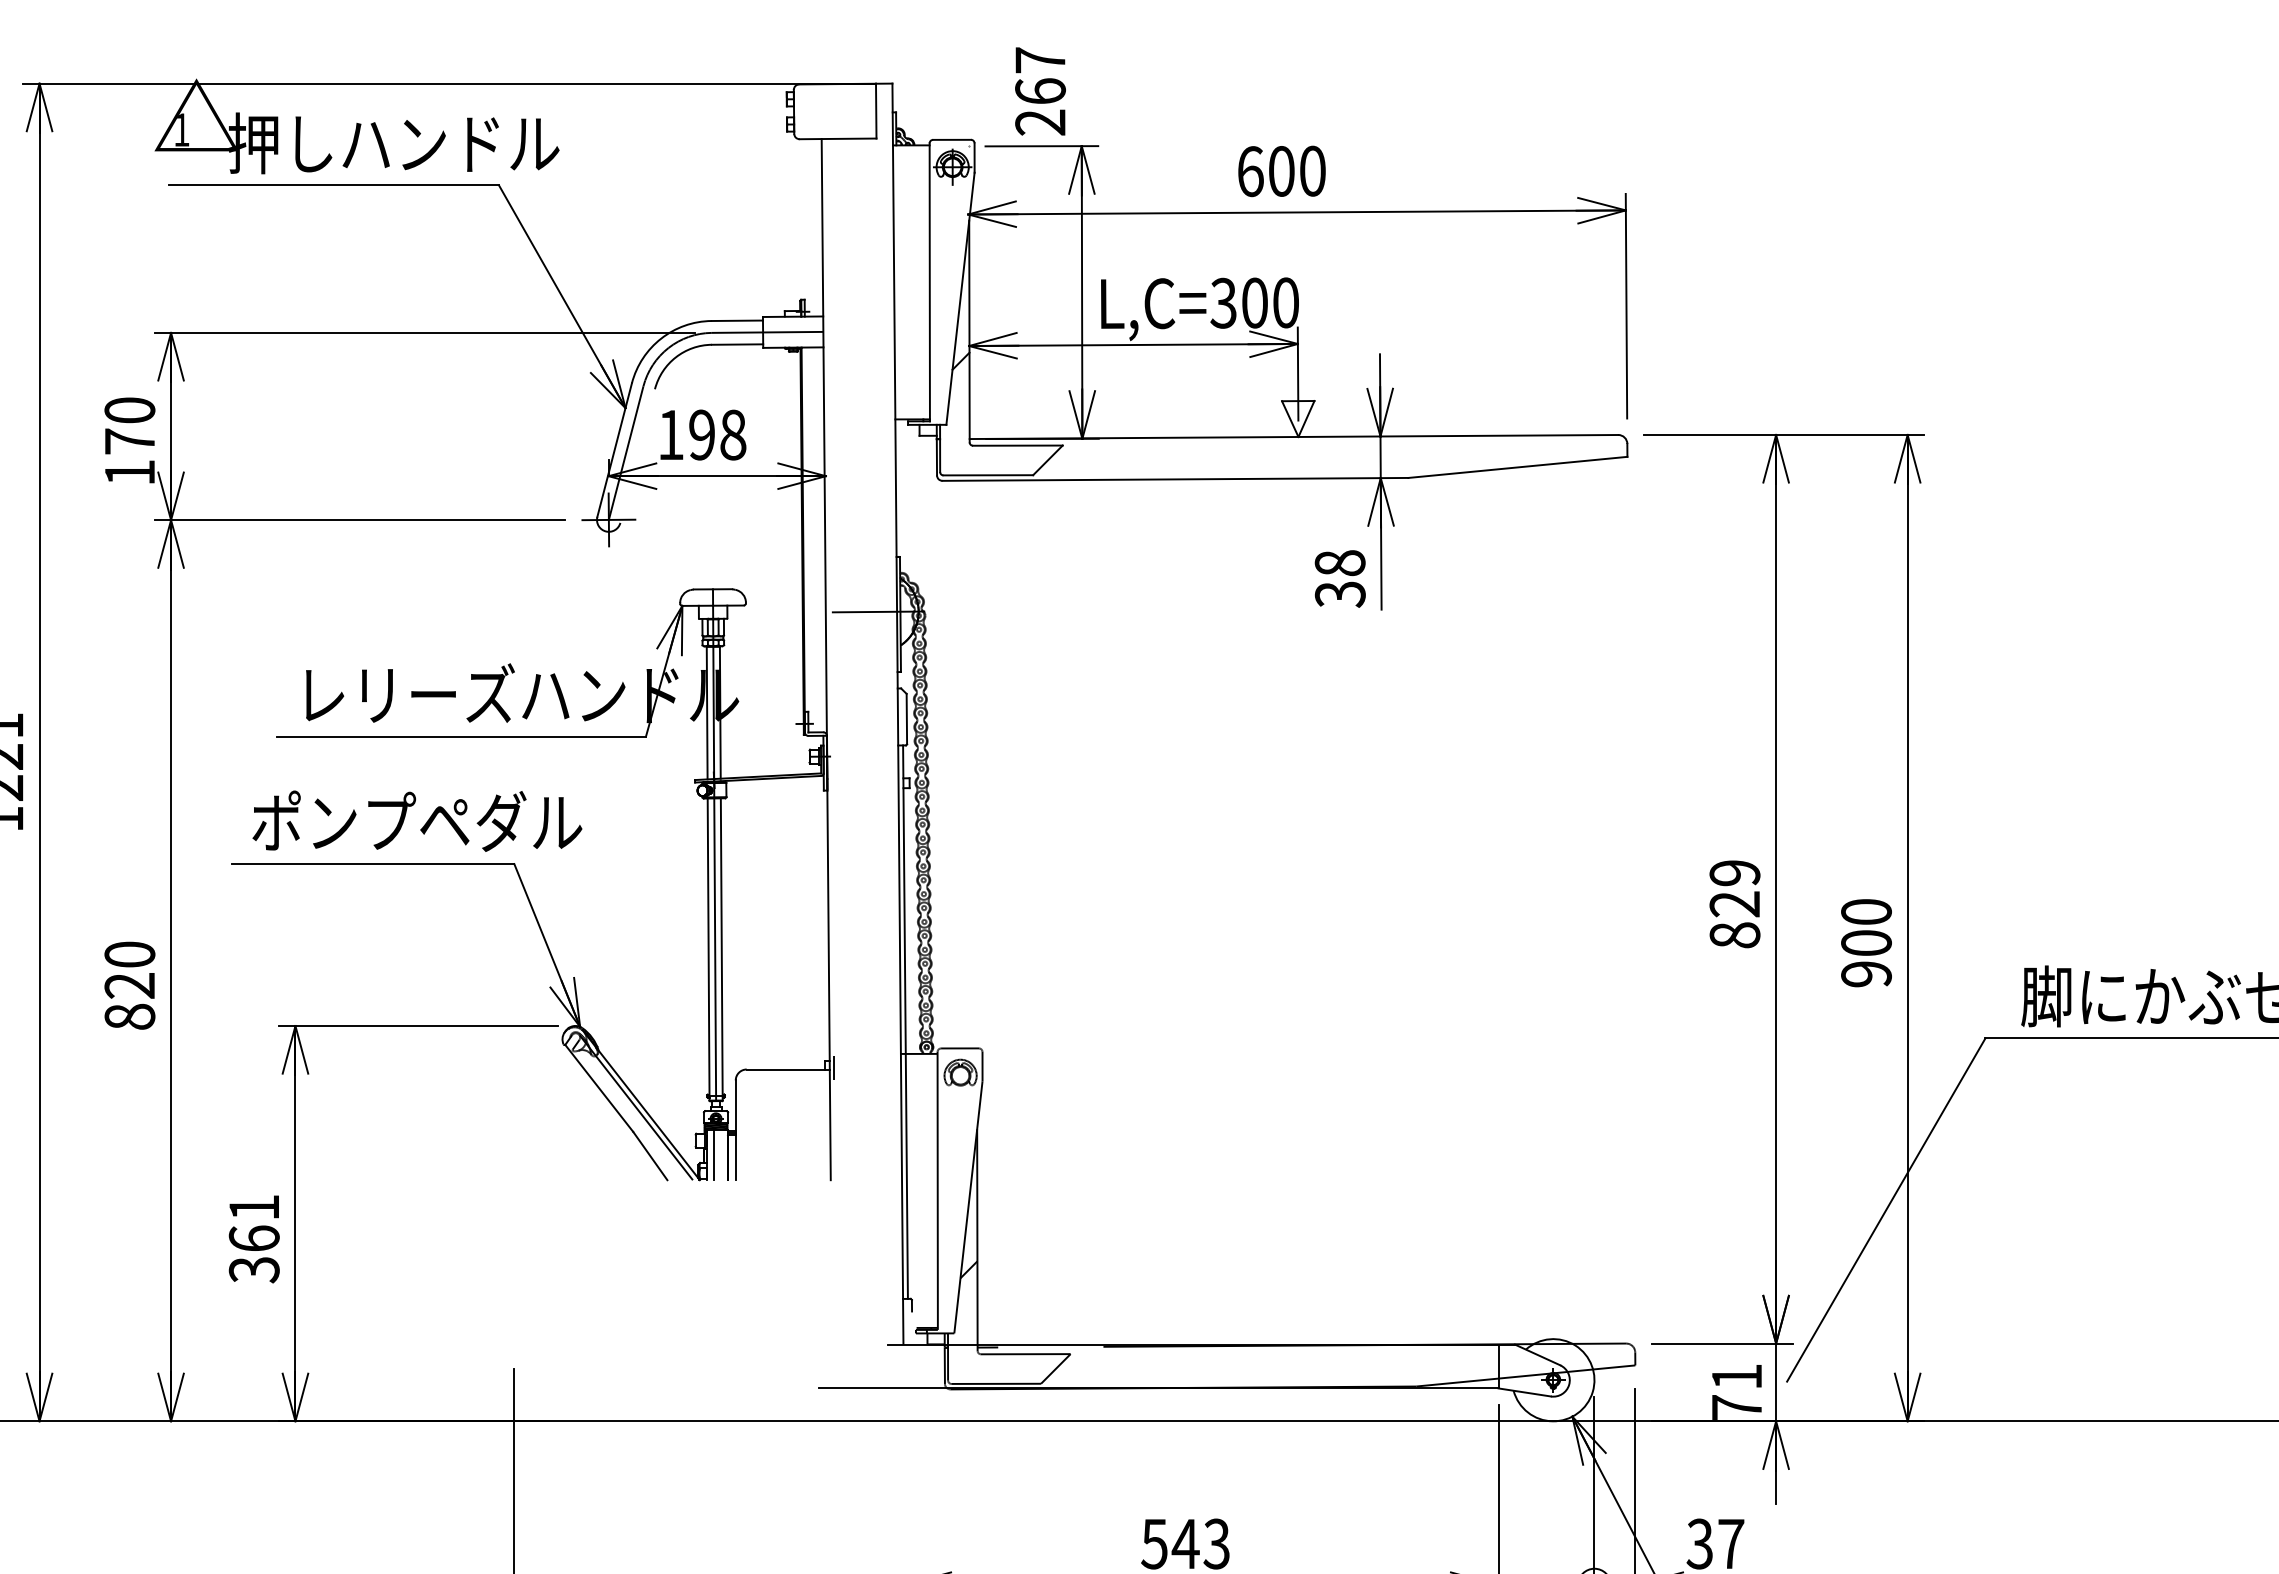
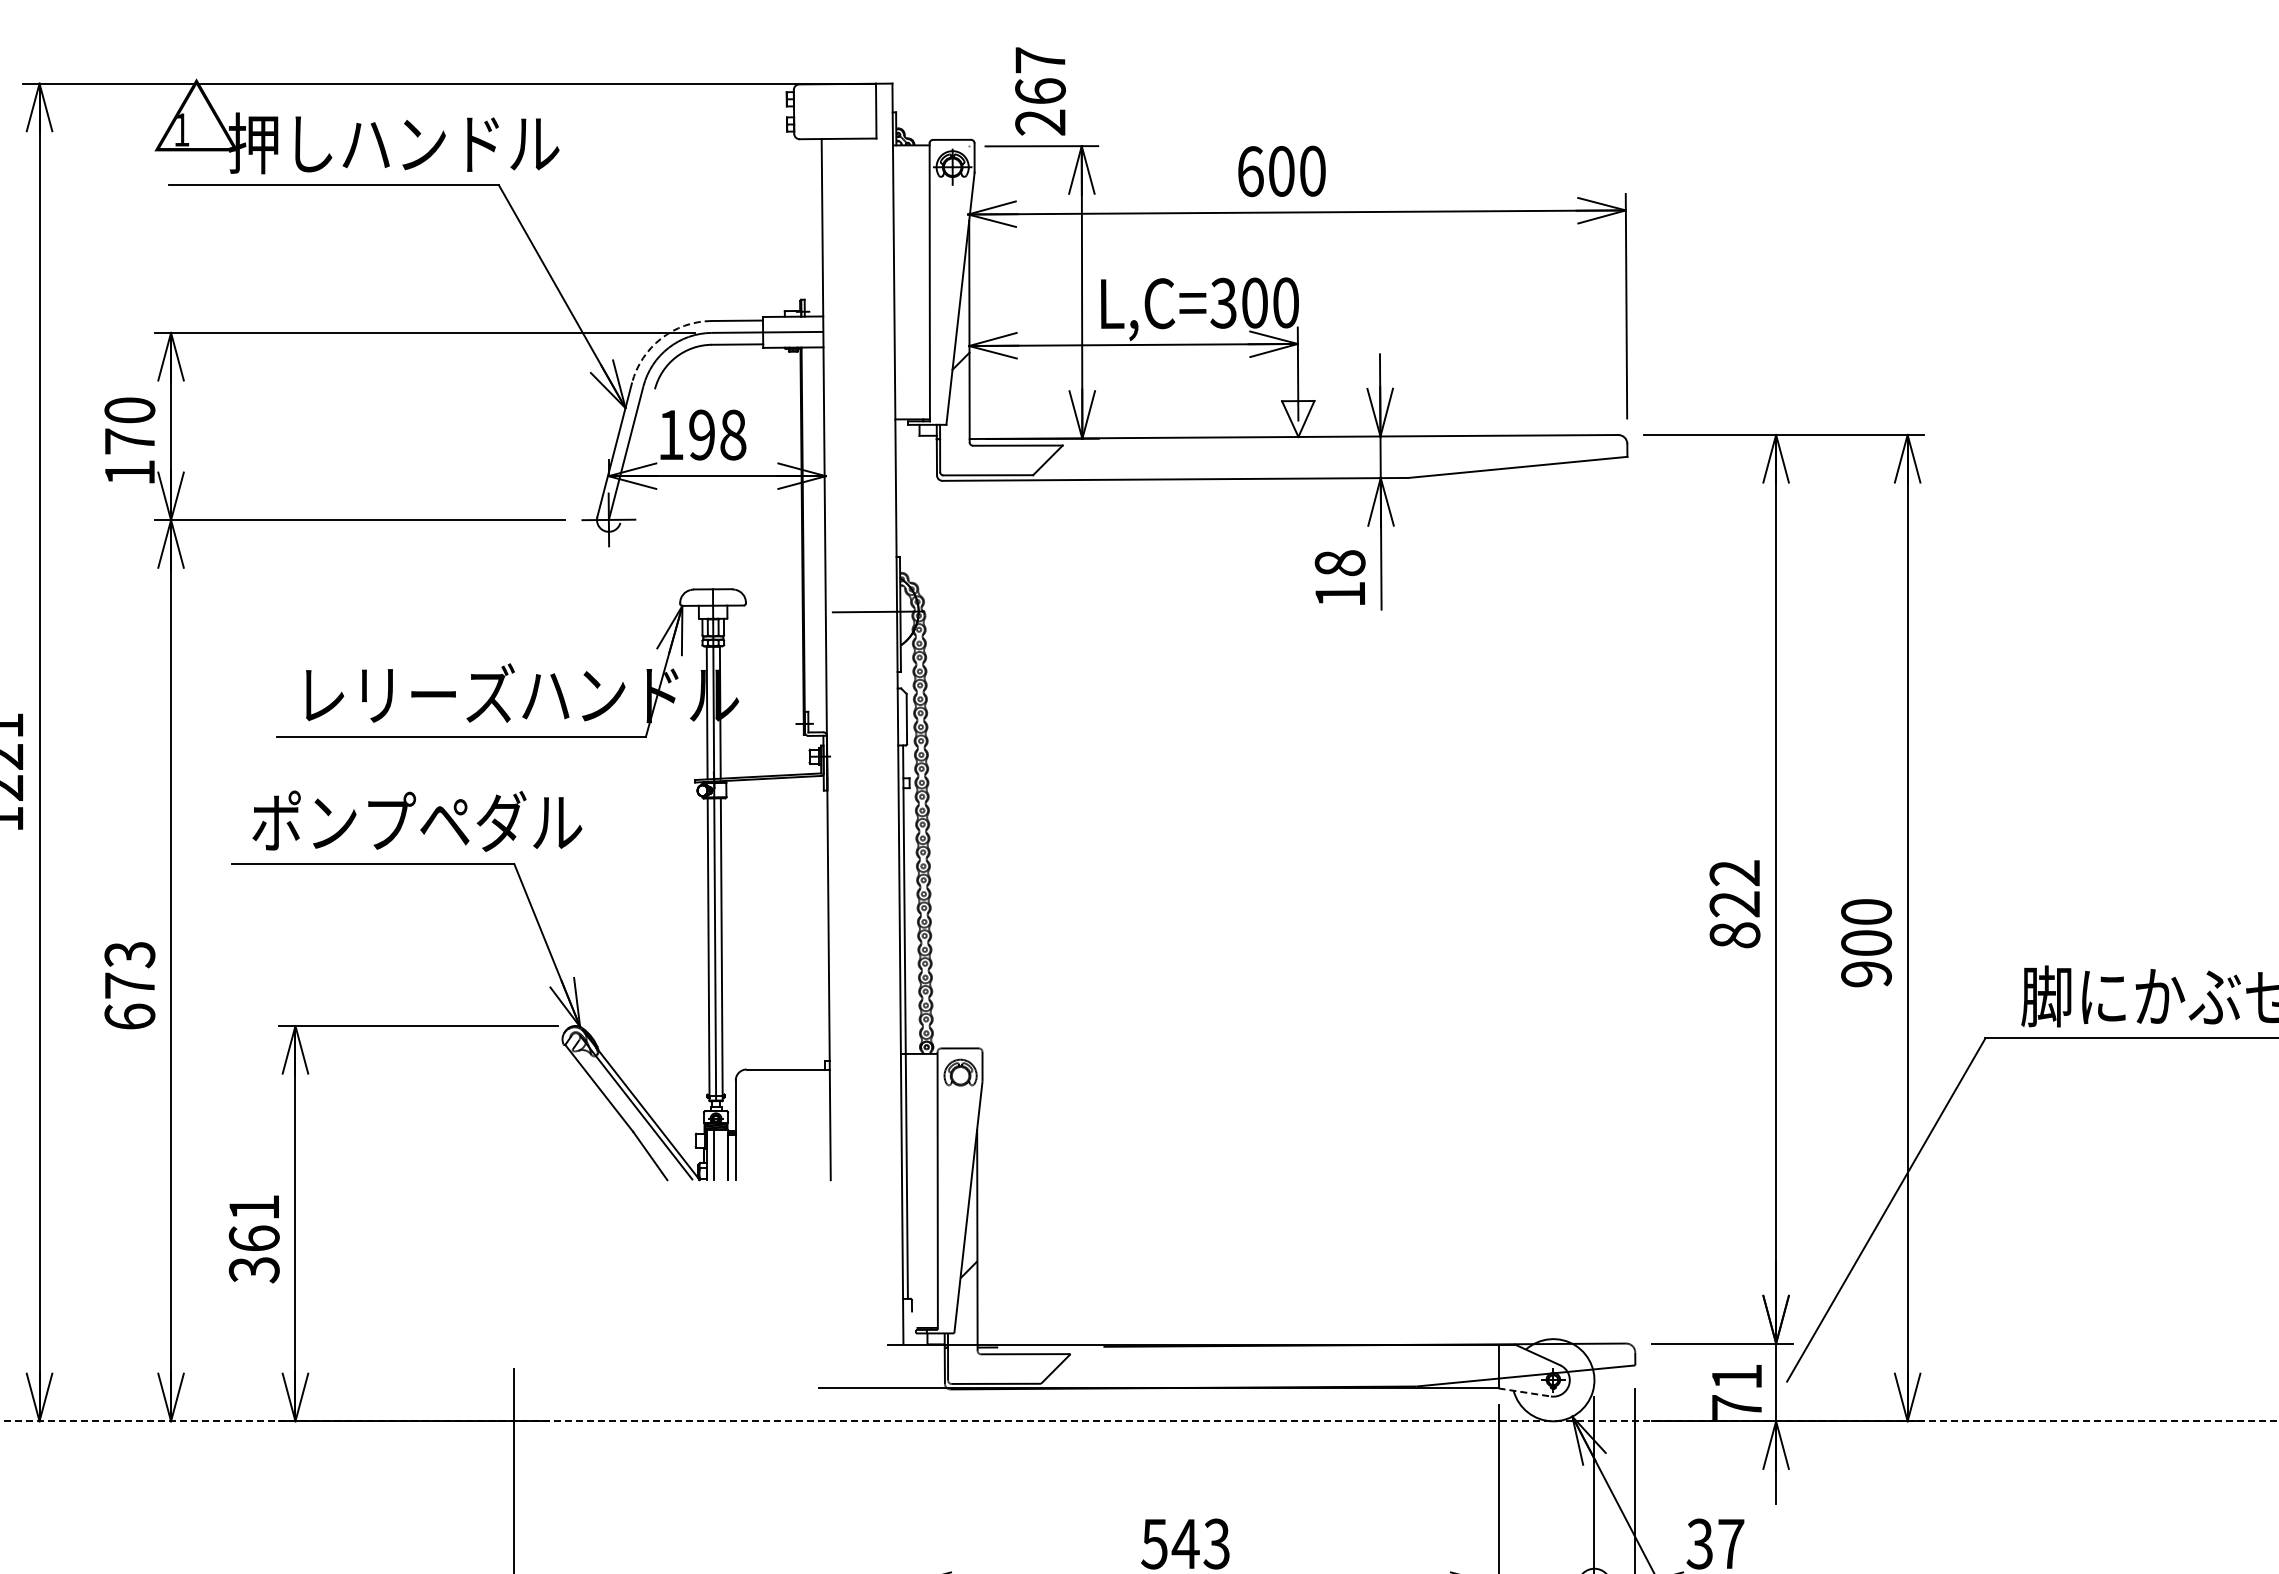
arc at (661, 338): solid -> dashed
text at (1339, 594): 38 -> 18
text at (1734, 873): 829 -> 822
text at (129, 985): 820 -> 673
line at (834, 1068): present -> none
line at (1525, 1392): solid -> dashed
line at (1139, 1421): solid -> dashed
